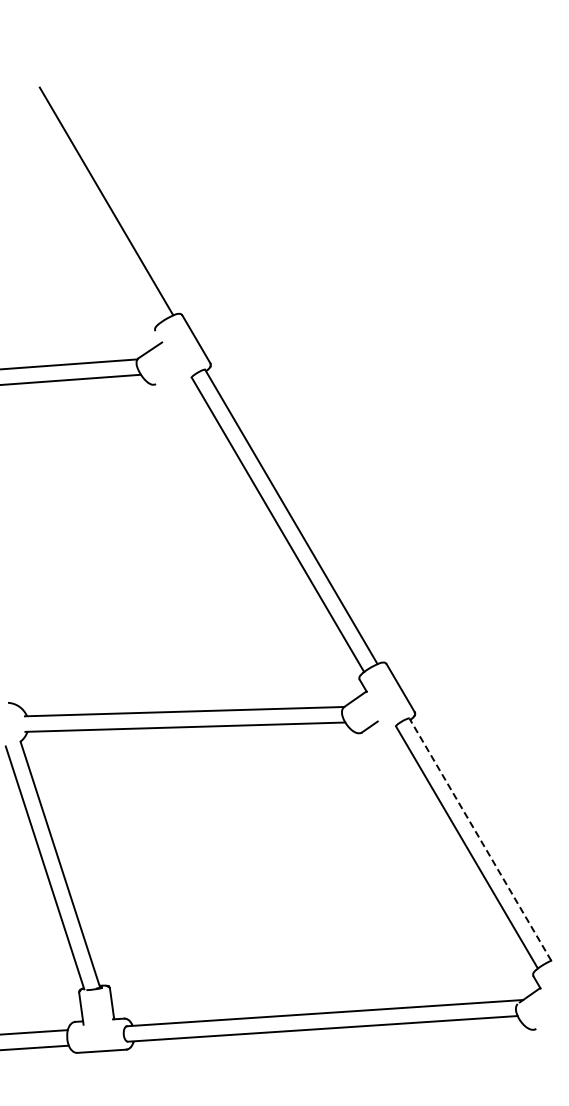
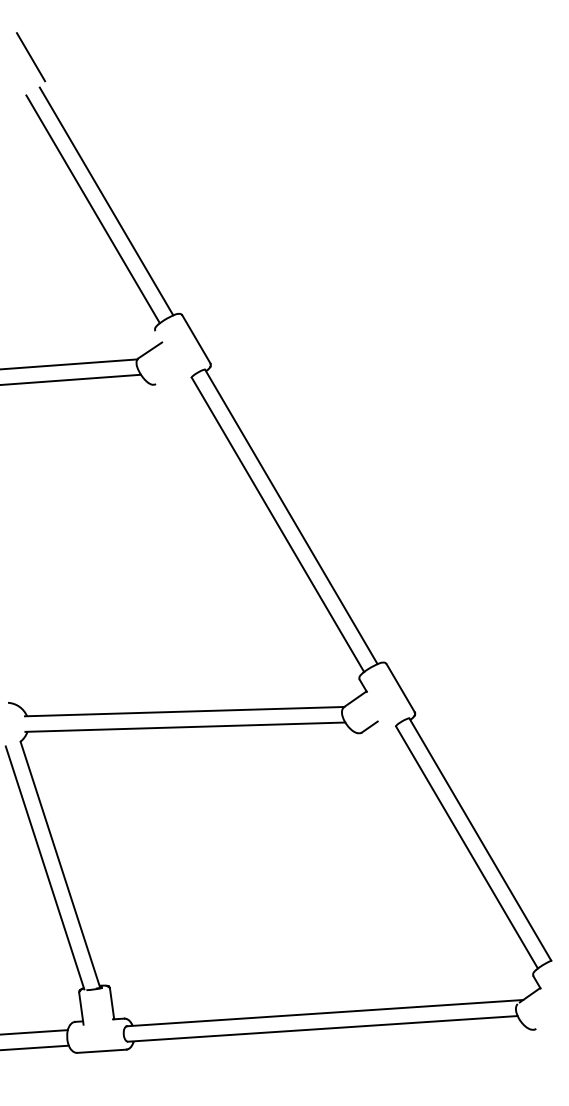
line at (30, 57): none -> present
line at (92, 209): none -> present
line at (480, 839): dashed -> solid
